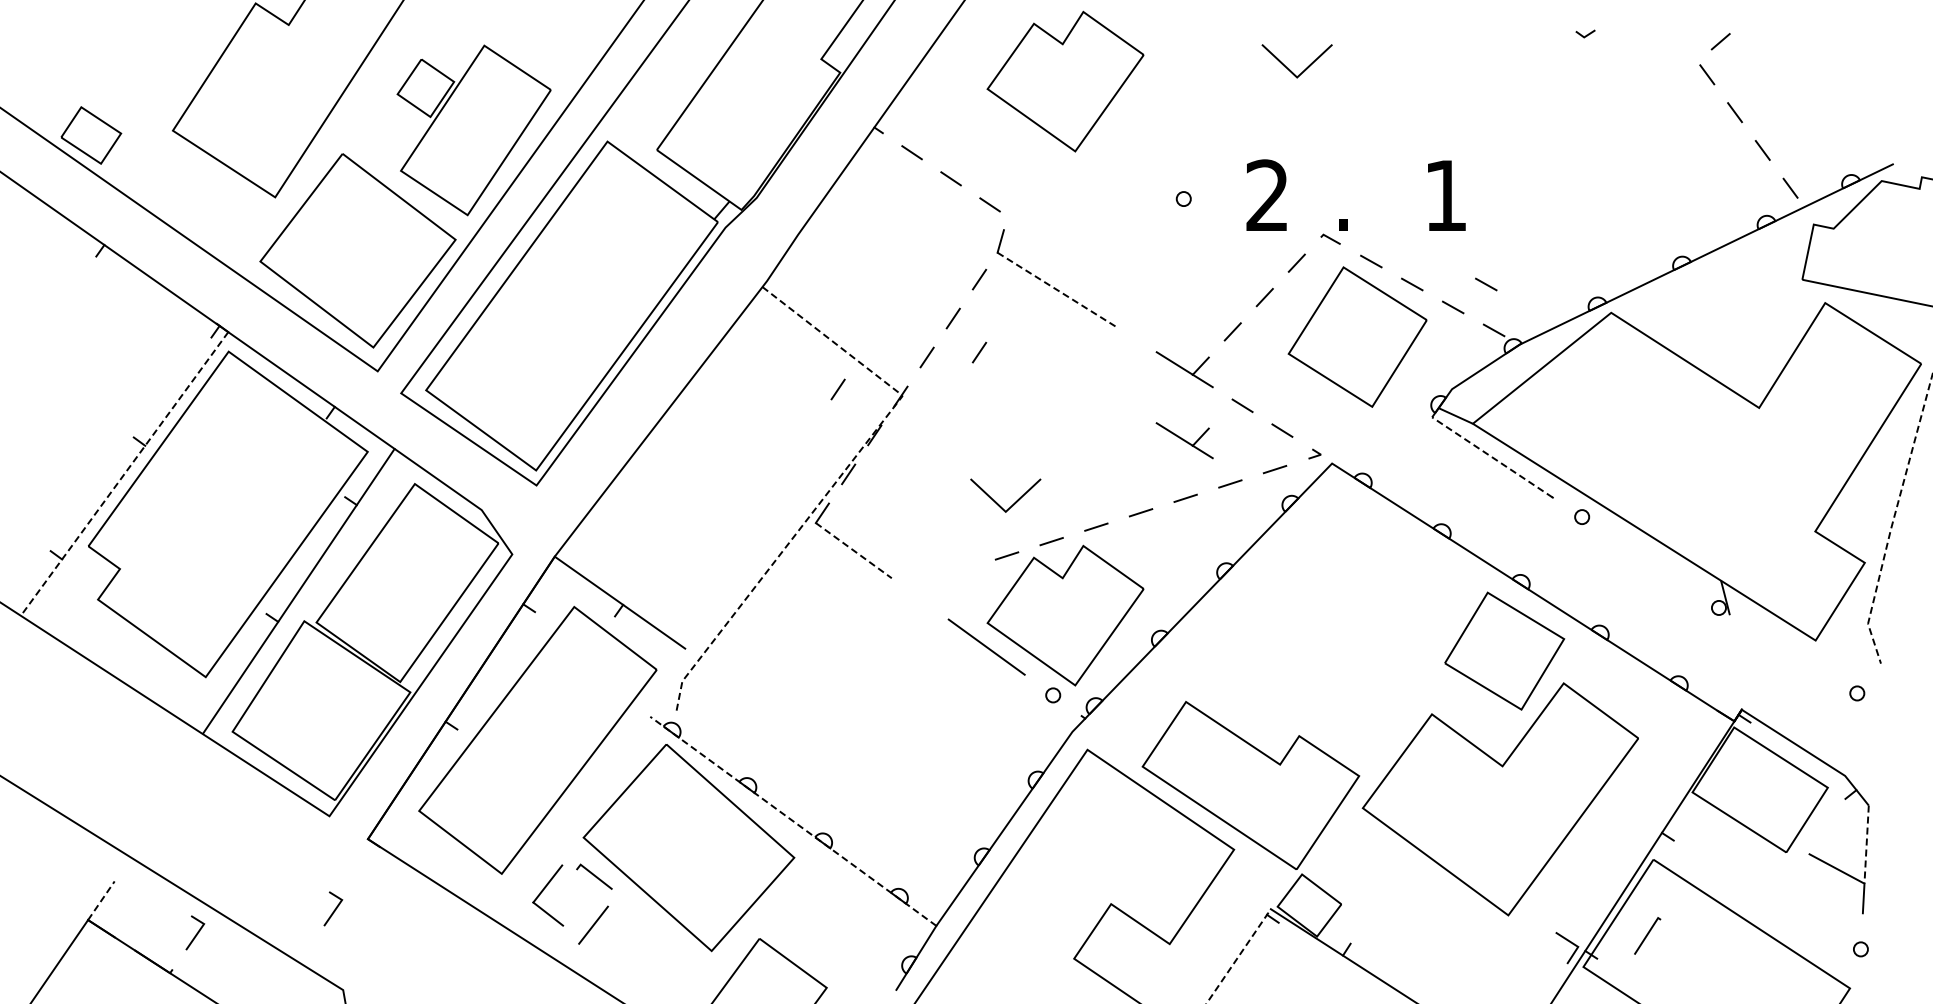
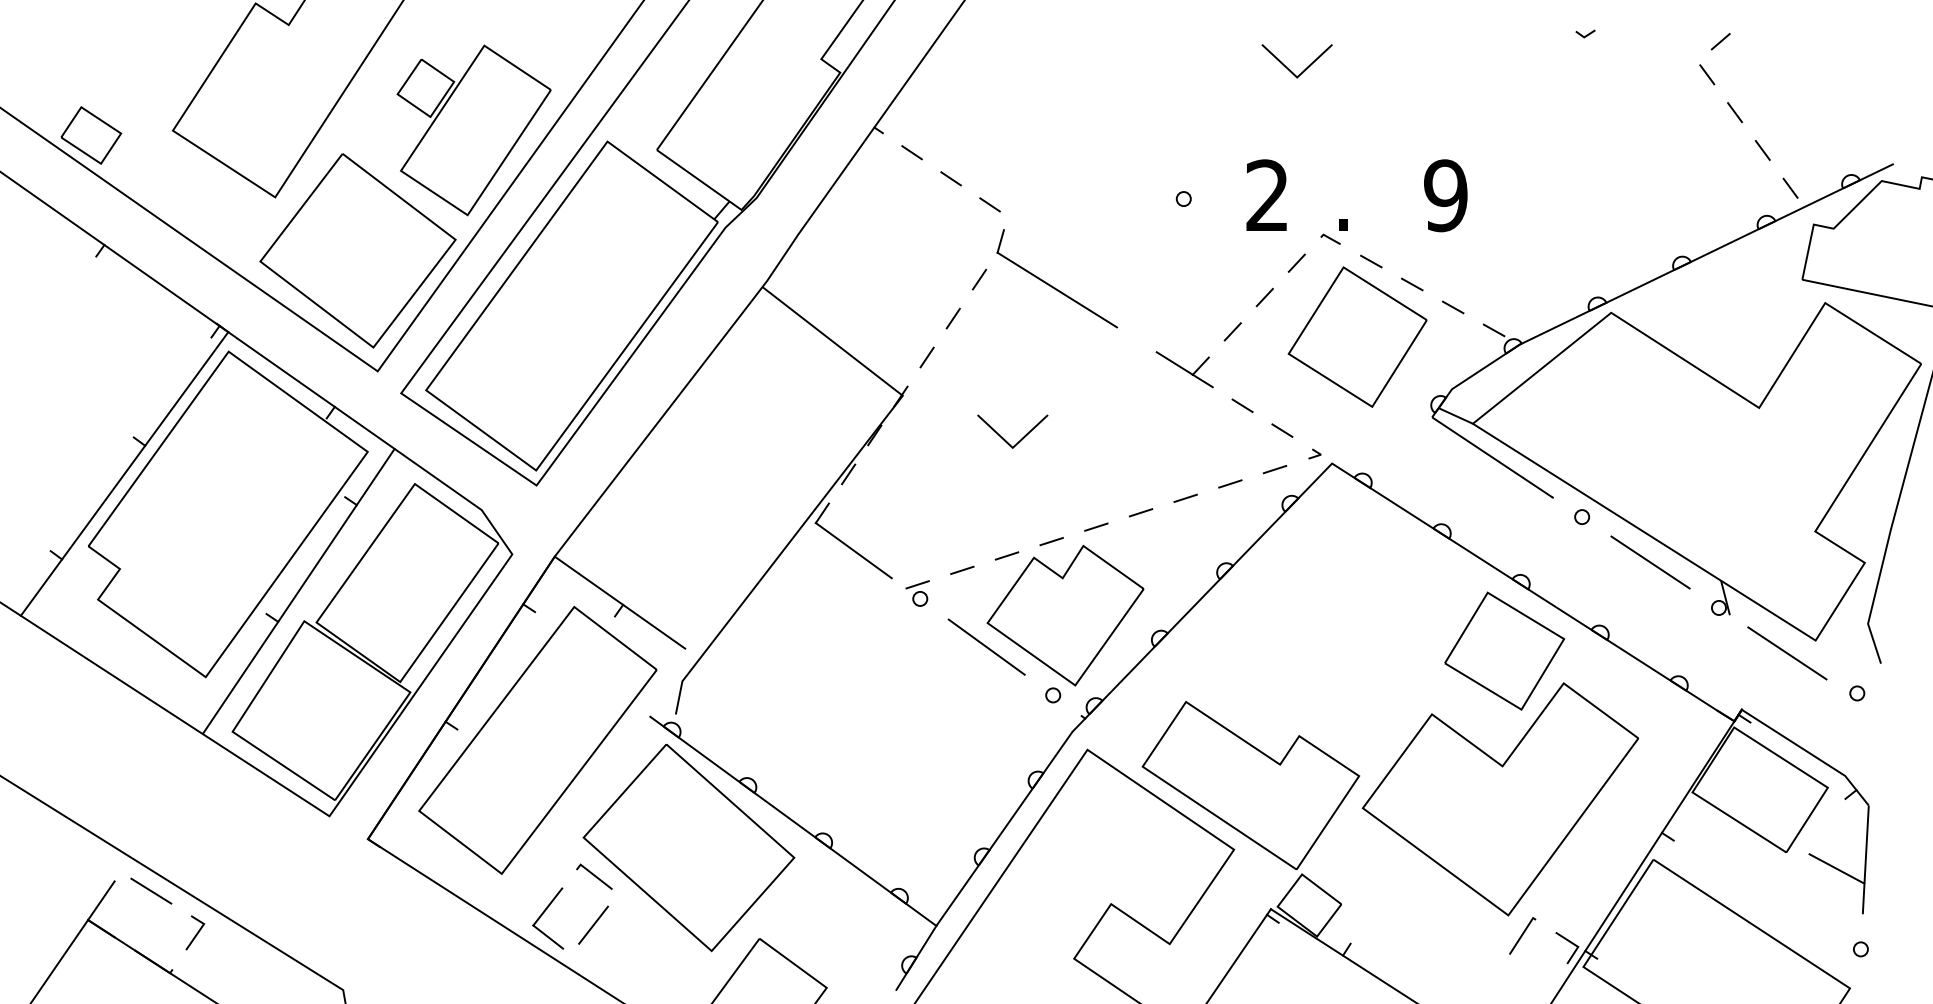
part at (1065, 81): present -> none
text at (1445, 195): 1 -> 9
line at (1486, 284): present -> none
line at (1057, 290): dashed -> solid
line at (979, 352): present -> none
line at (837, 389): present -> none
part at (1184, 440): present -> none
line at (1492, 457): dashed -> solid
line at (124, 473): dashed -> solid
line at (836, 482): dashed -> solid
line at (997, 502) position: (997, 502) -> (1004, 438)
line at (1893, 519): dashed -> solid
line at (853, 550): dashed -> solid
line at (1650, 562): none -> present
line at (962, 569): none -> present
part at (917, 593): none -> present
line at (1787, 653): none -> present
line at (792, 821): dashed -> solid
line at (1866, 845): dashed -> solid
line at (151, 890): none -> present
part at (543, 891) position: (543, 891) -> (543, 914)
line at (101, 900): dashed -> solid
line at (334, 909): present -> none
line at (1647, 935) position: (1647, 935) -> (1522, 935)
line at (1238, 956): dashed -> solid
